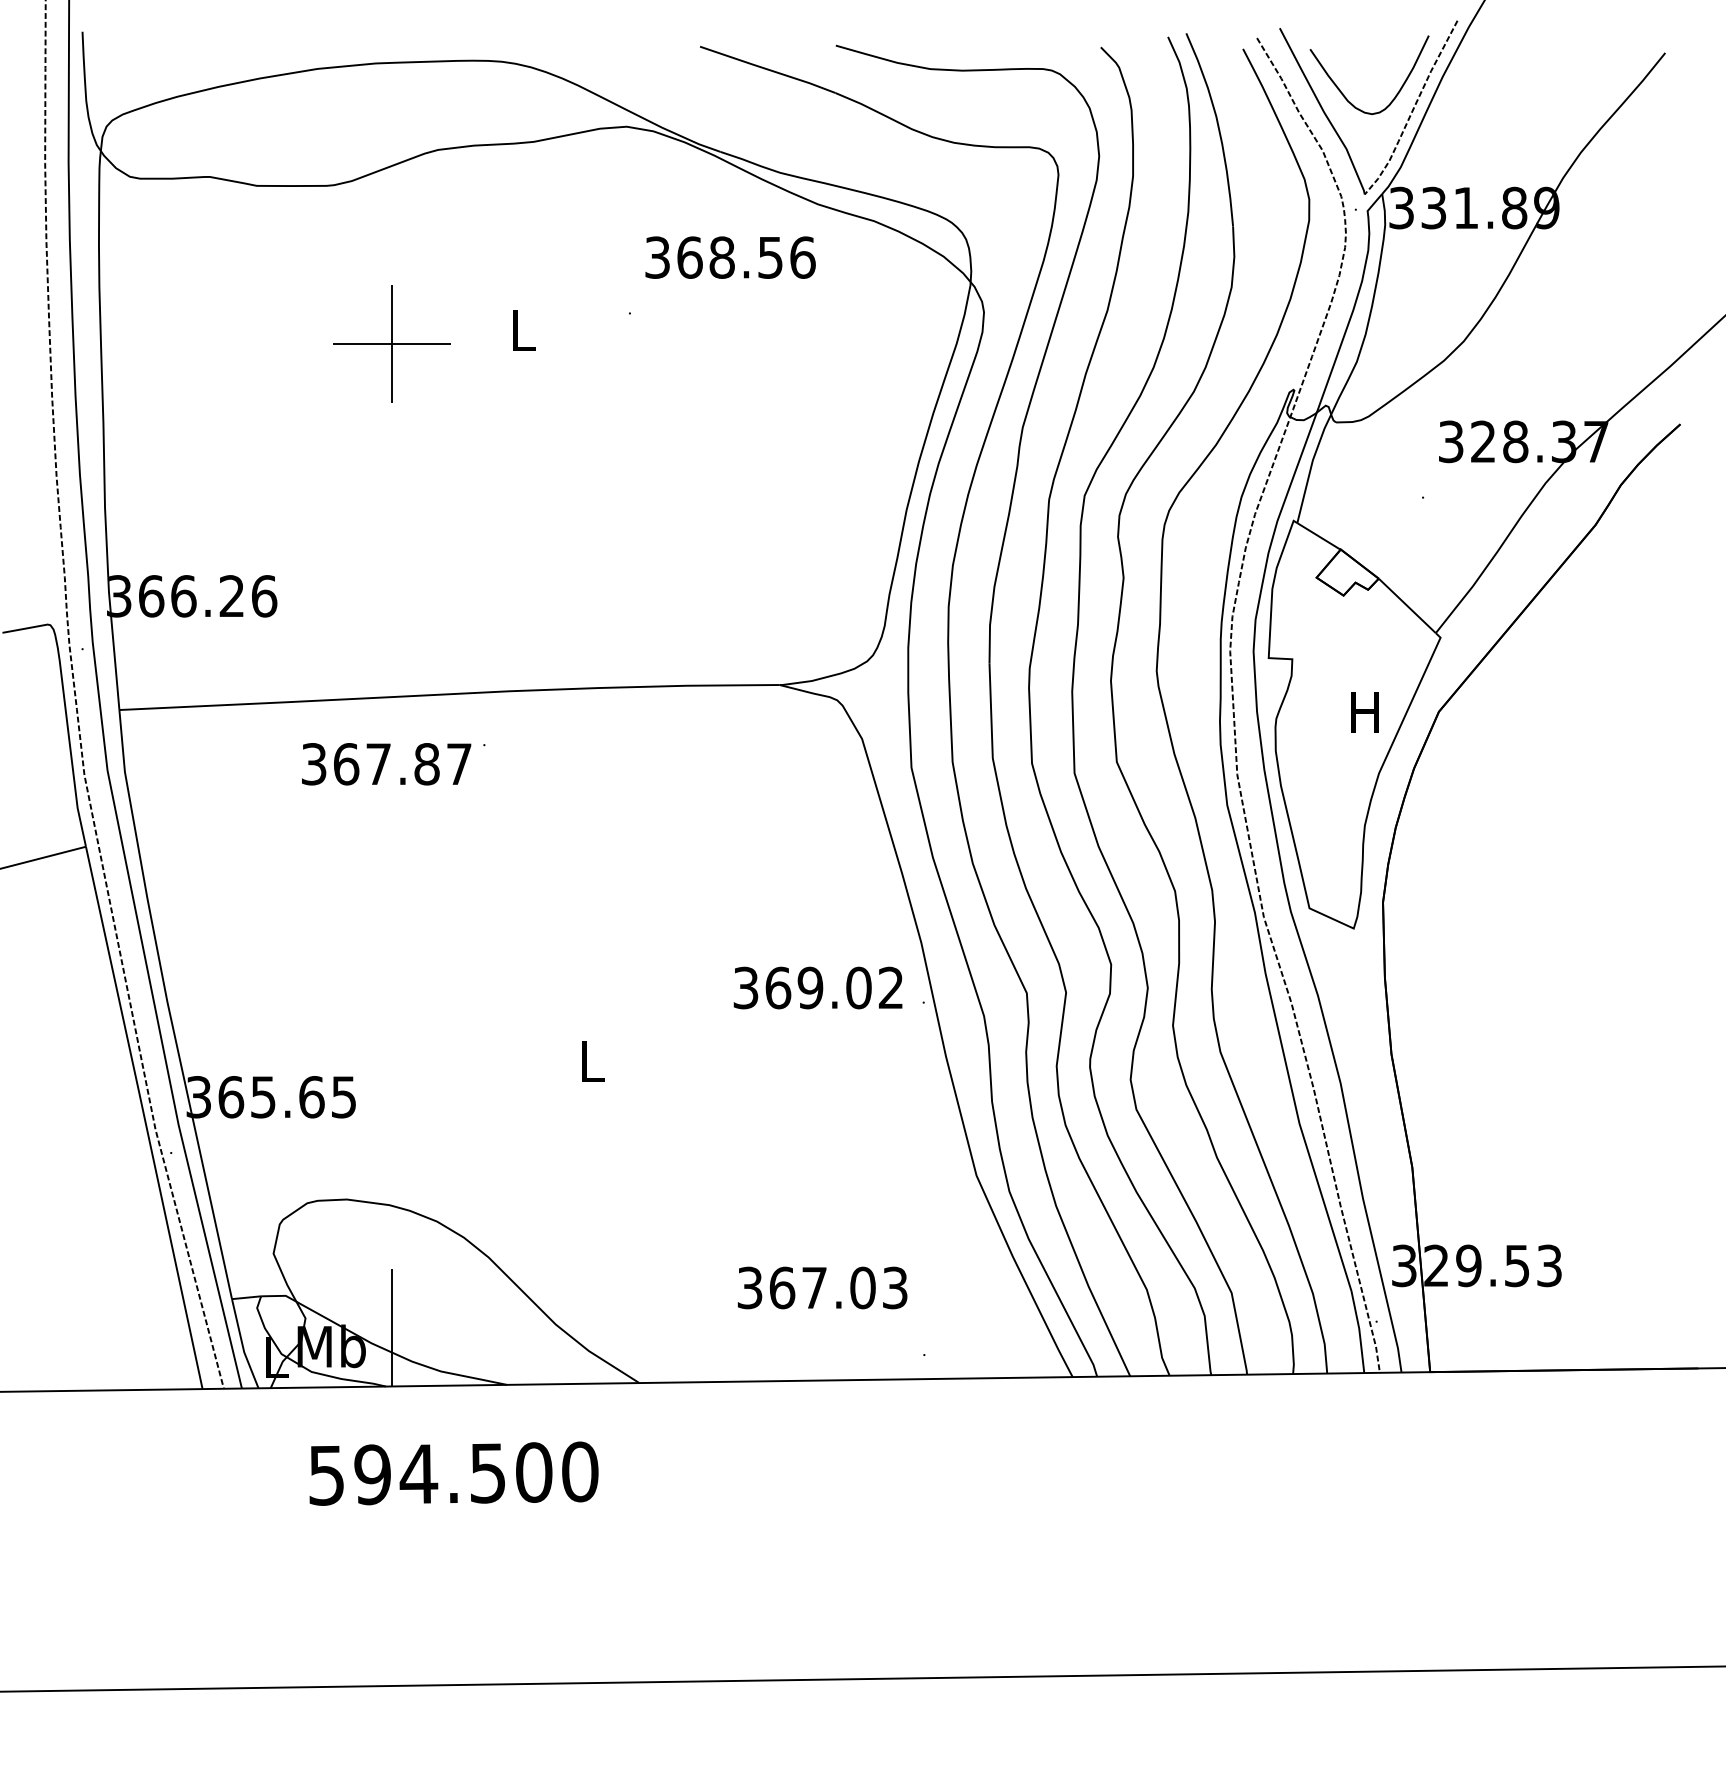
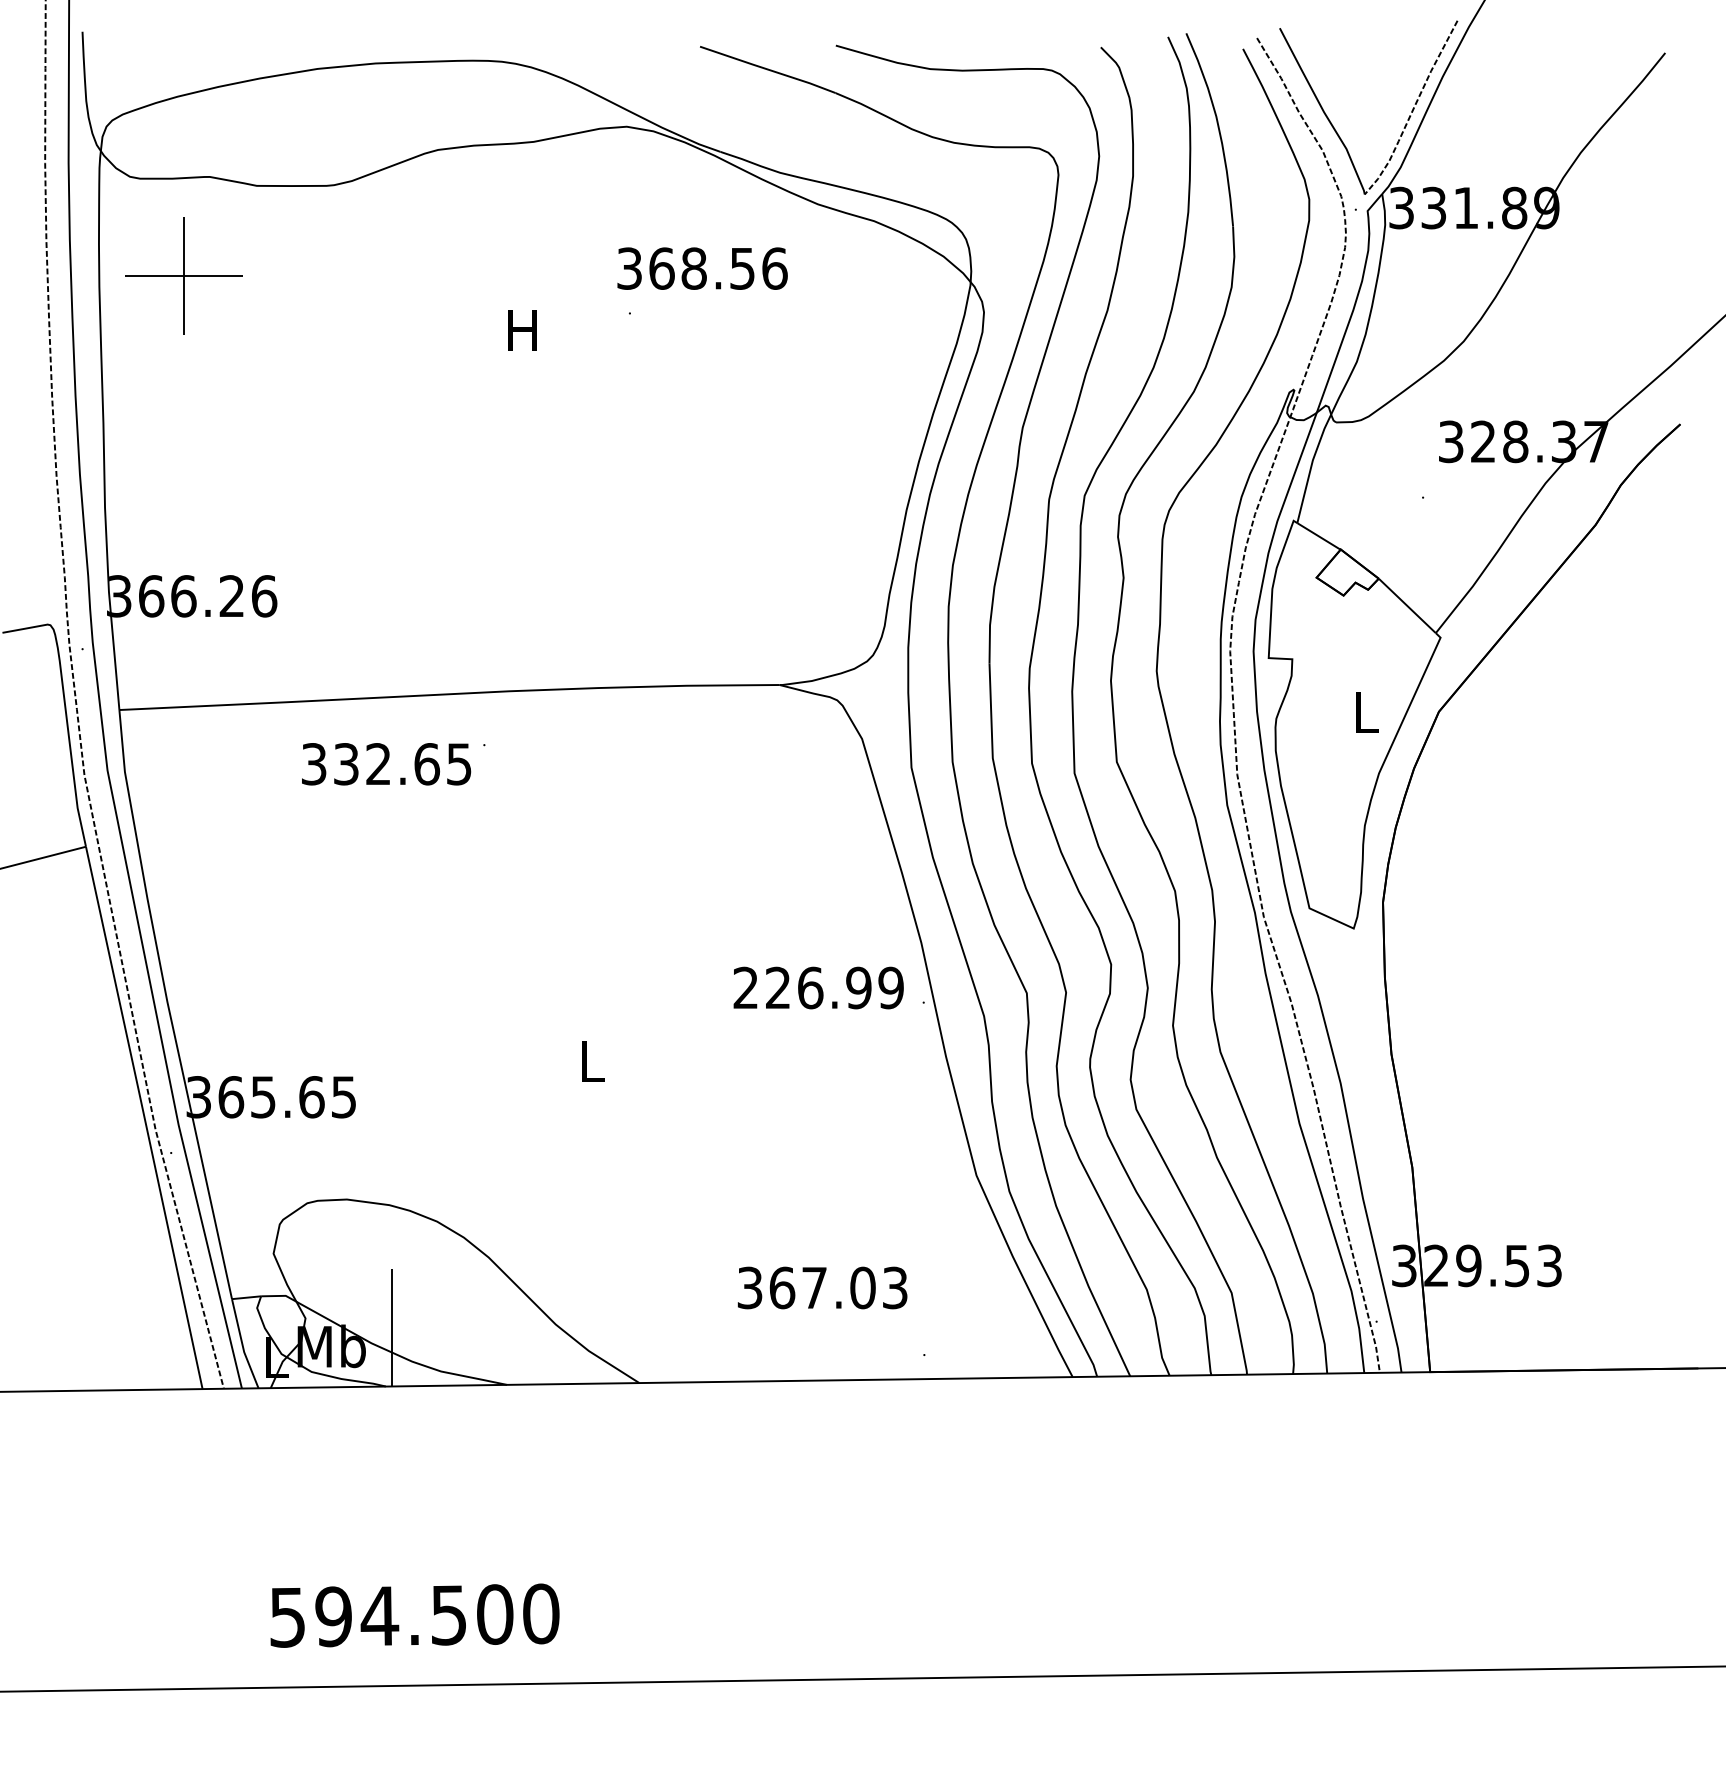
curve at (1343, 93): present -> none
text at (730, 257) position: (730, 257) -> (702, 268)
text at (522, 330): L -> H
part at (391, 343) position: (391, 343) -> (183, 275)
text at (1364, 712): H -> L
text at (402, 764): 367.87 -> 332.65
text at (818, 987): 369.02 -> 226.99
text at (453, 1473) position: (453, 1473) -> (414, 1615)
